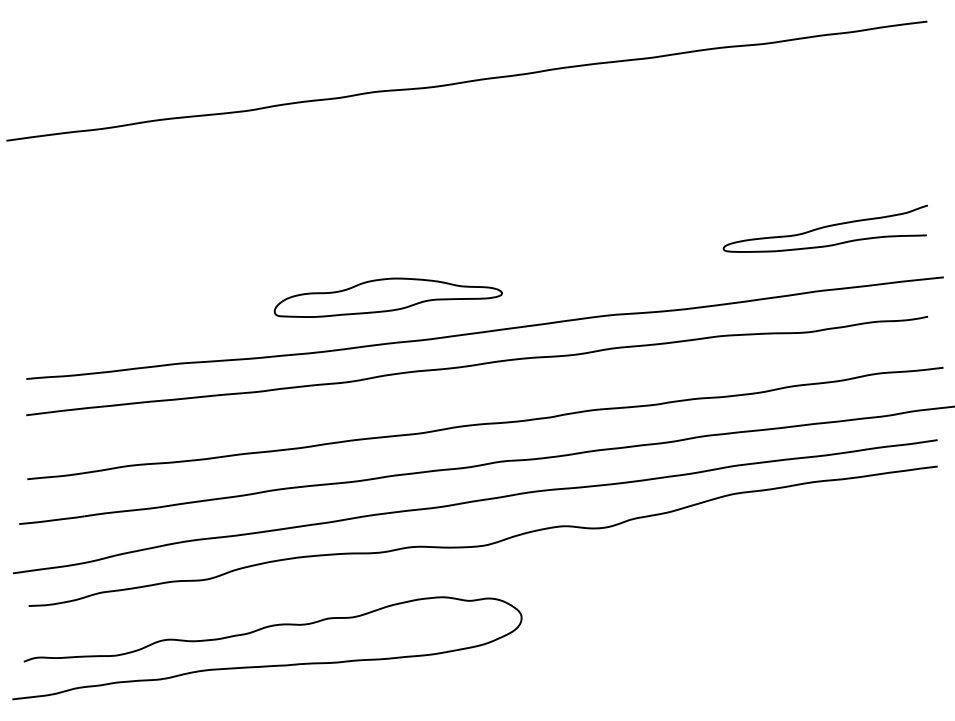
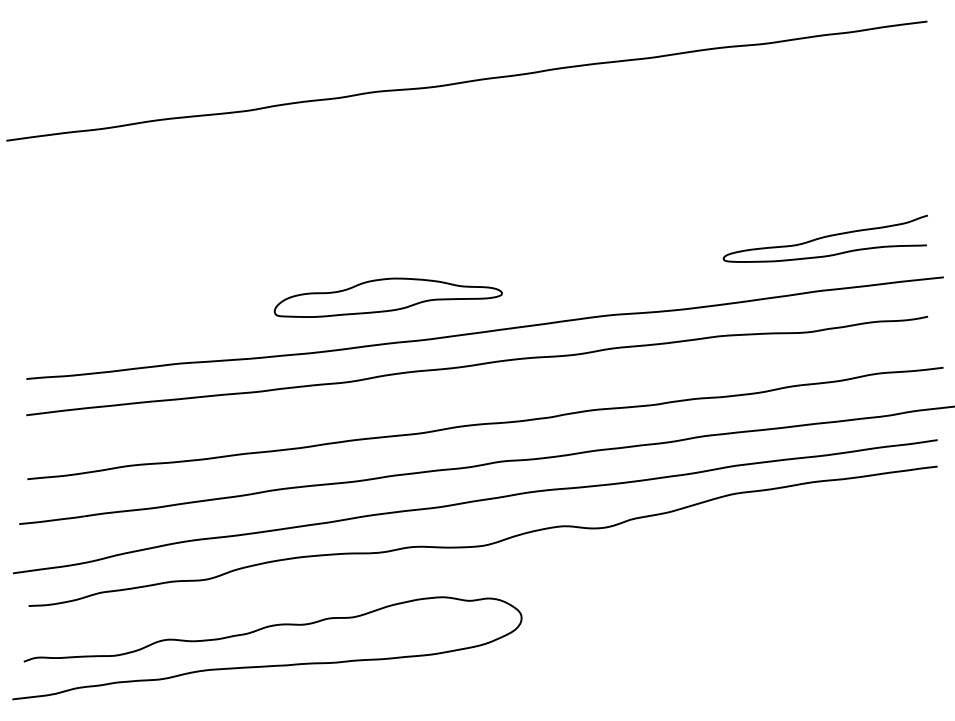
curve at (824, 227) position: (824, 227) -> (824, 237)
